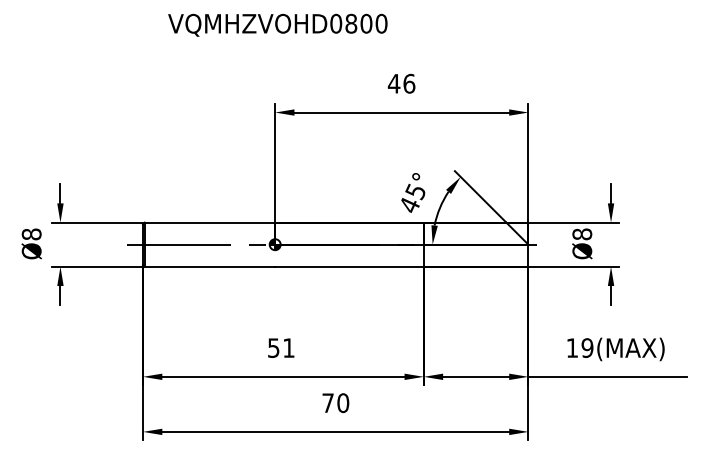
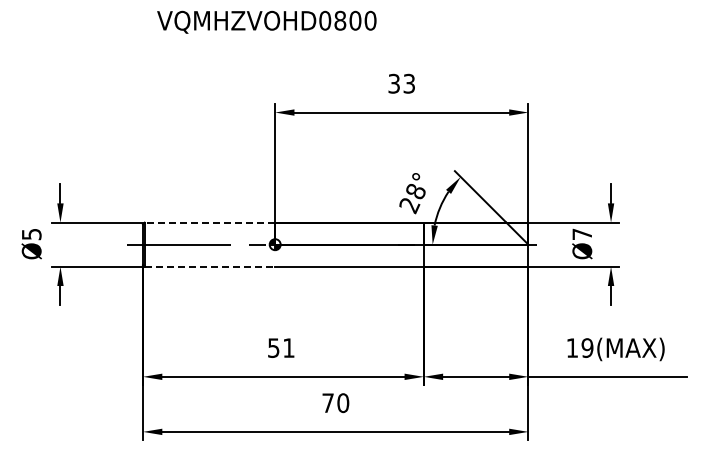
text at (277, 24) position: (277, 24) -> (266, 21)
text at (401, 83): 46 -> 33
text at (412, 198): 45° -> 28°
line at (209, 222): solid -> dashed
text at (31, 234): Ø8 -> Ø5
text at (582, 234): Ø8 -> Ø7
line at (210, 266): solid -> dashed
